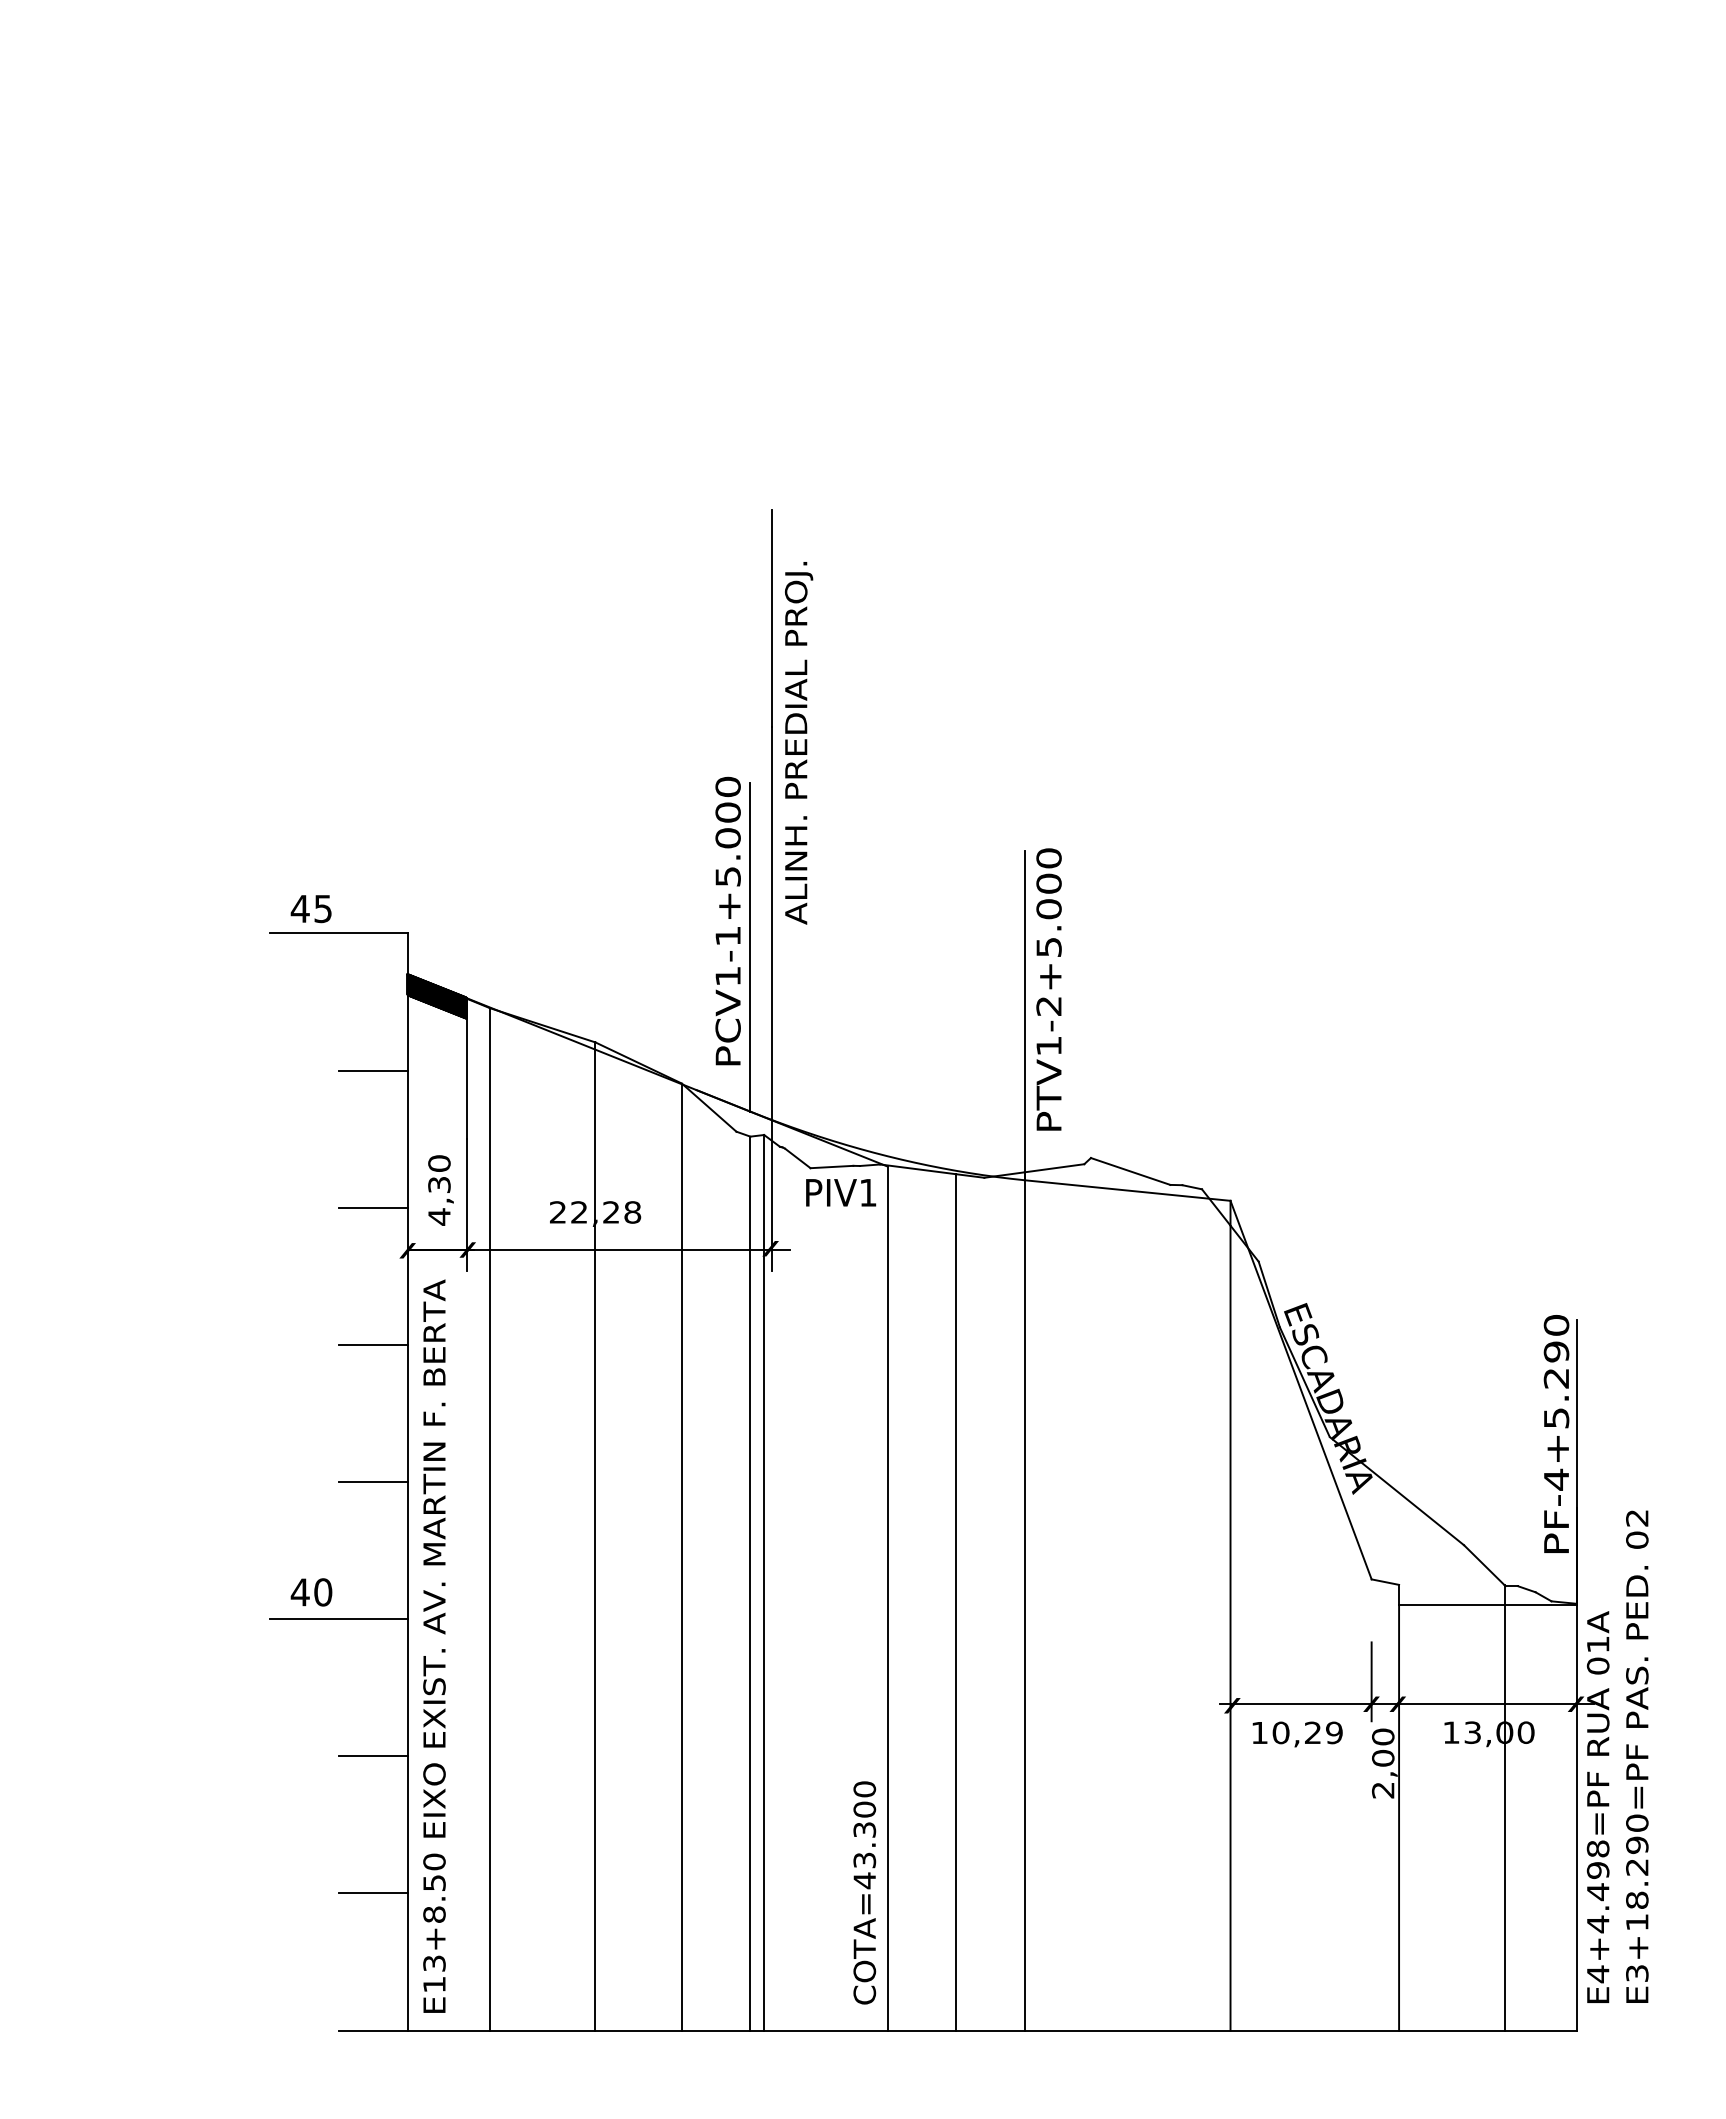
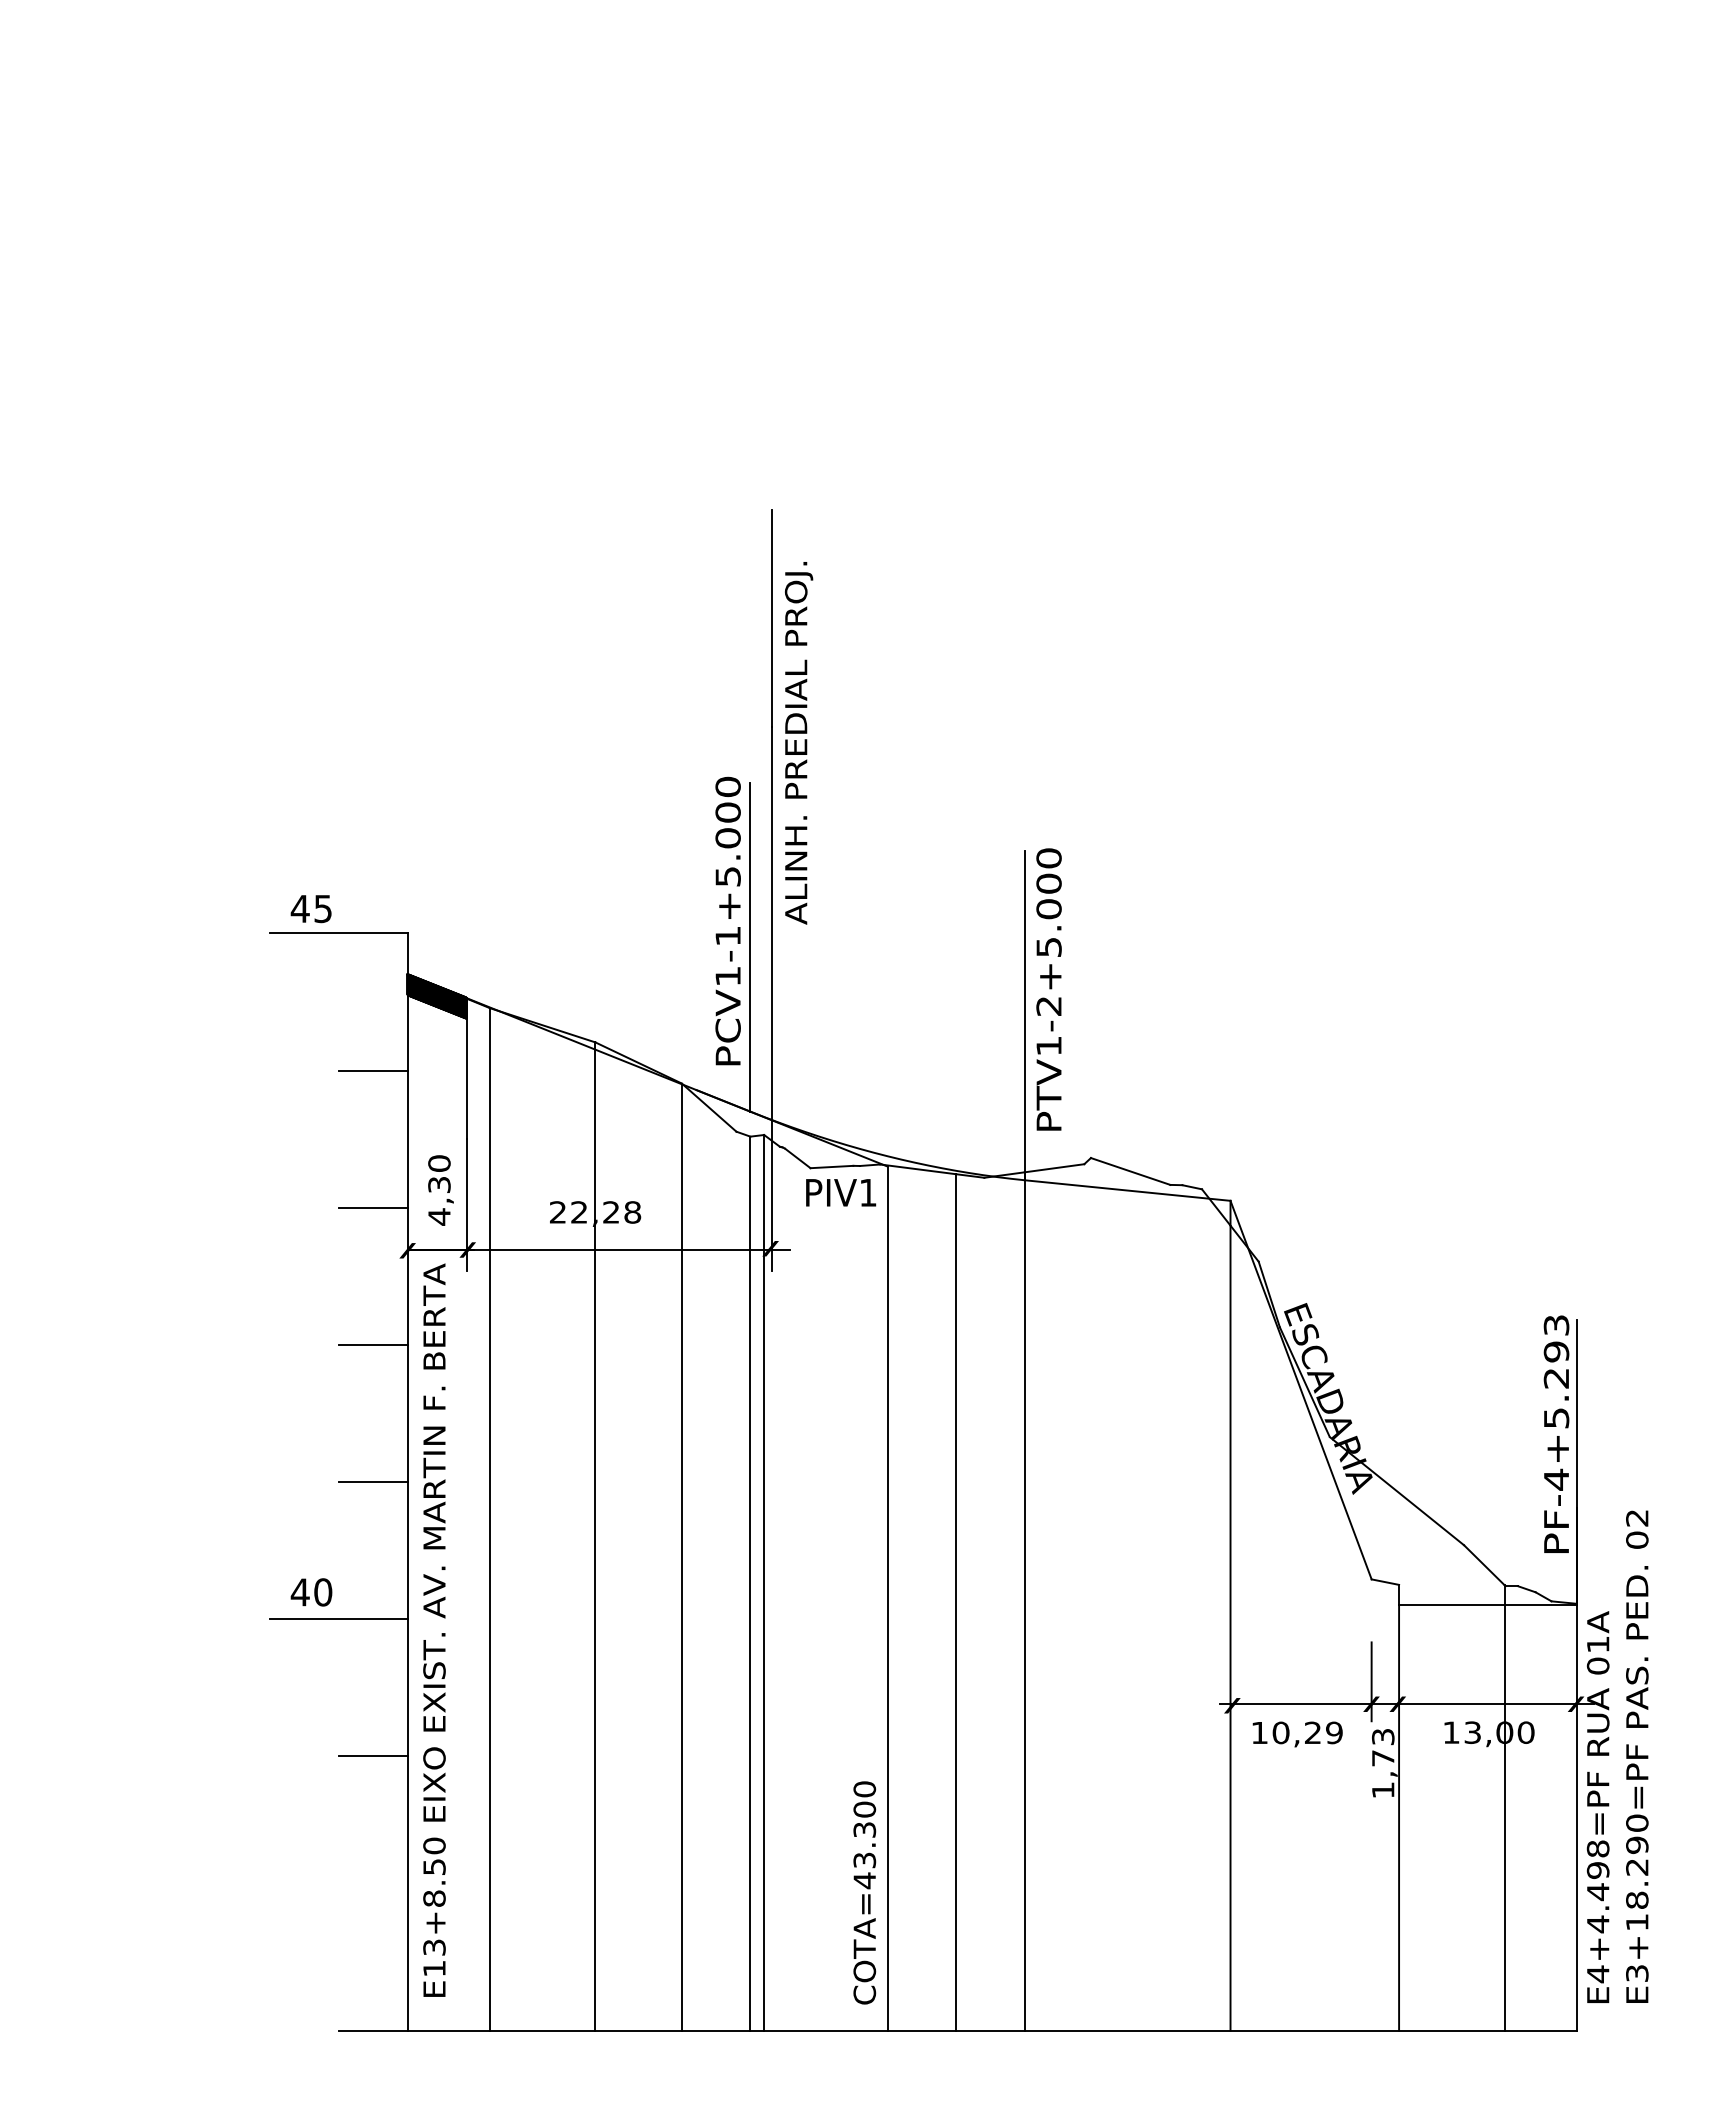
text at (1556, 1325): PF-4+5.290 -> PF-4+5.293
text at (434, 1645) position: (434, 1645) -> (434, 1629)
text at (1383, 1763): 2,00 -> 1,73
line at (372, 1893): present -> none
